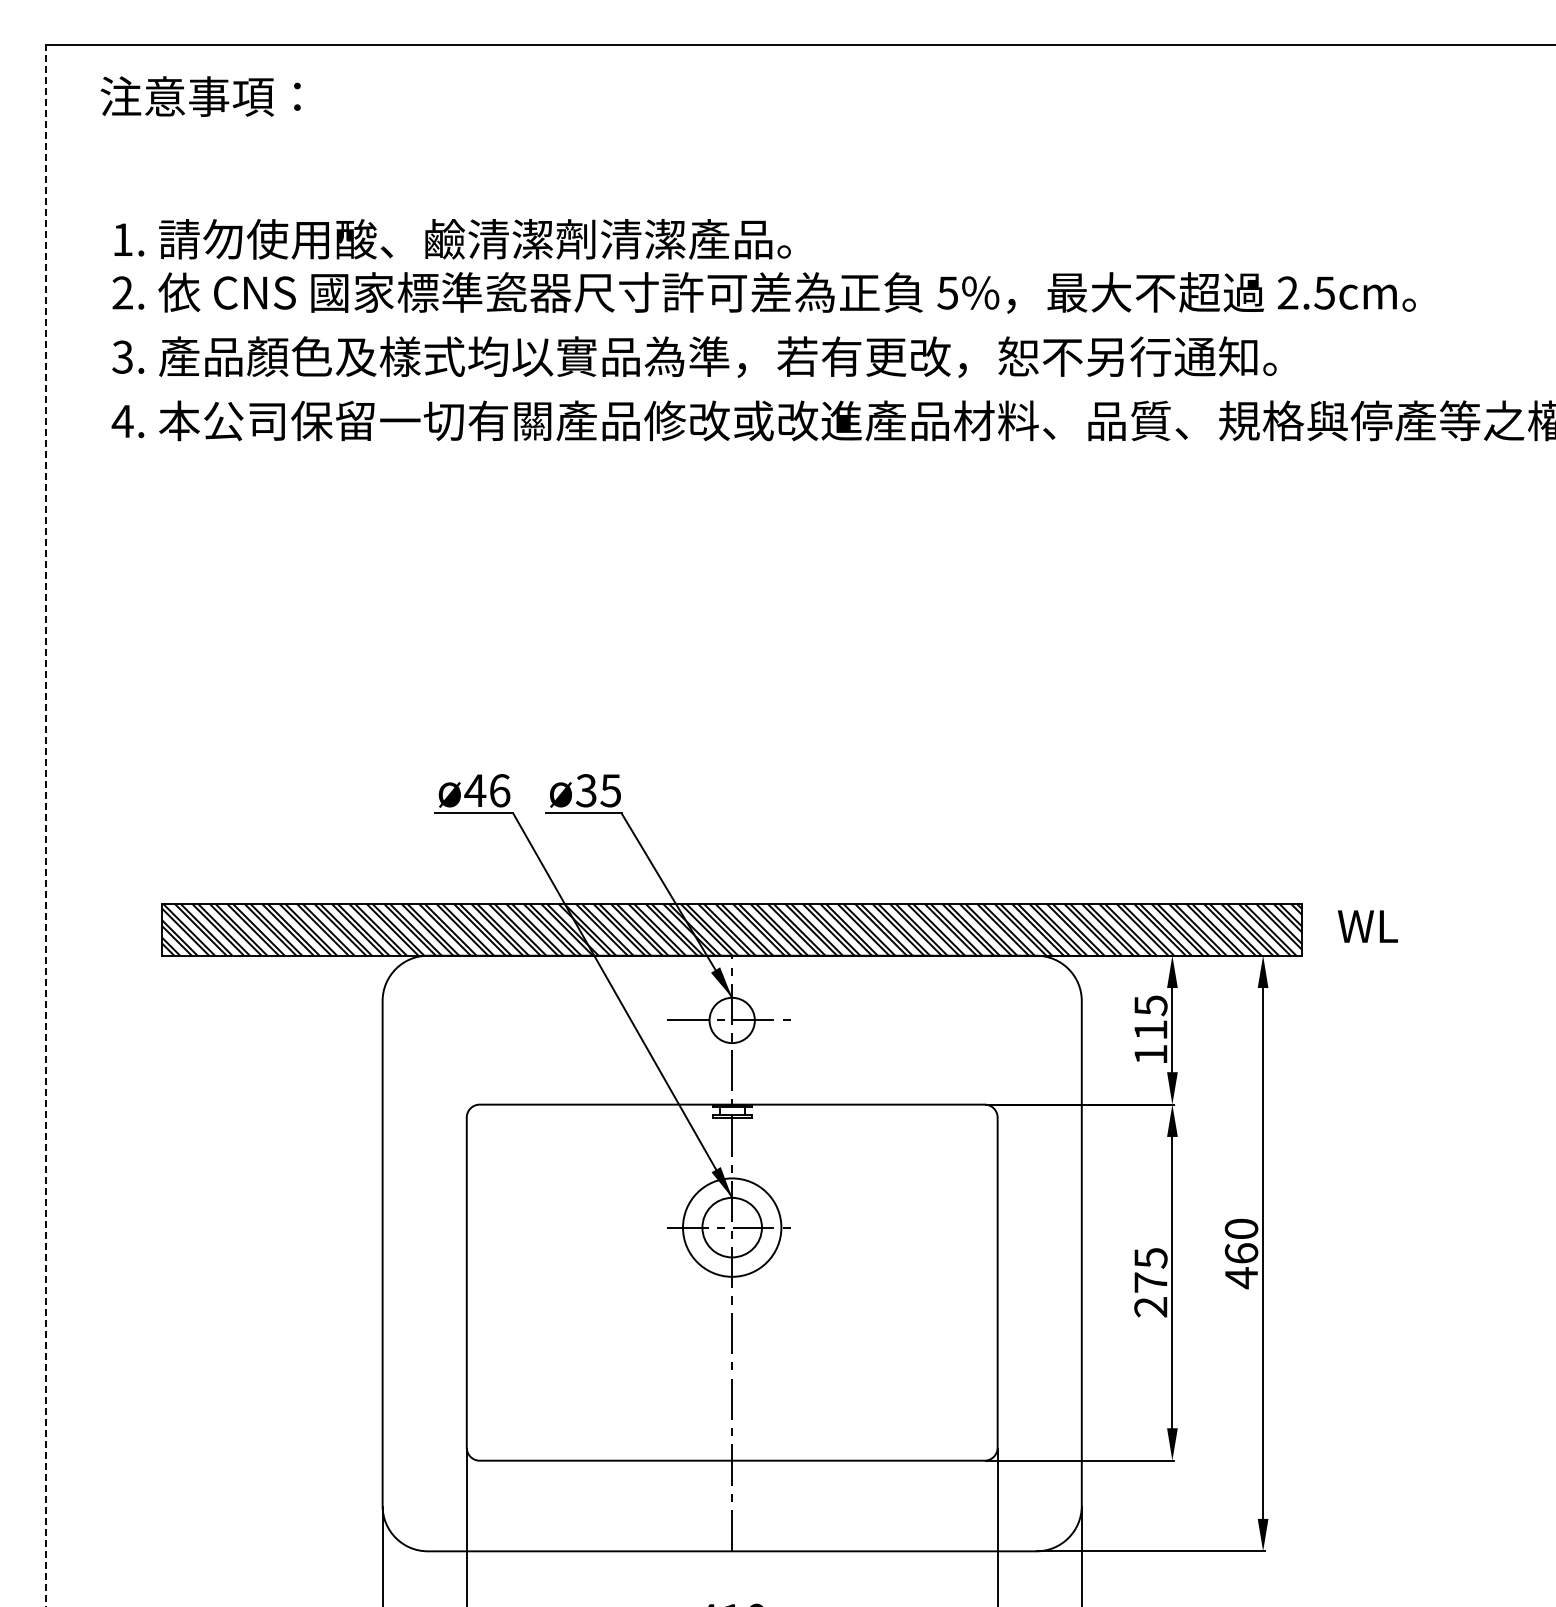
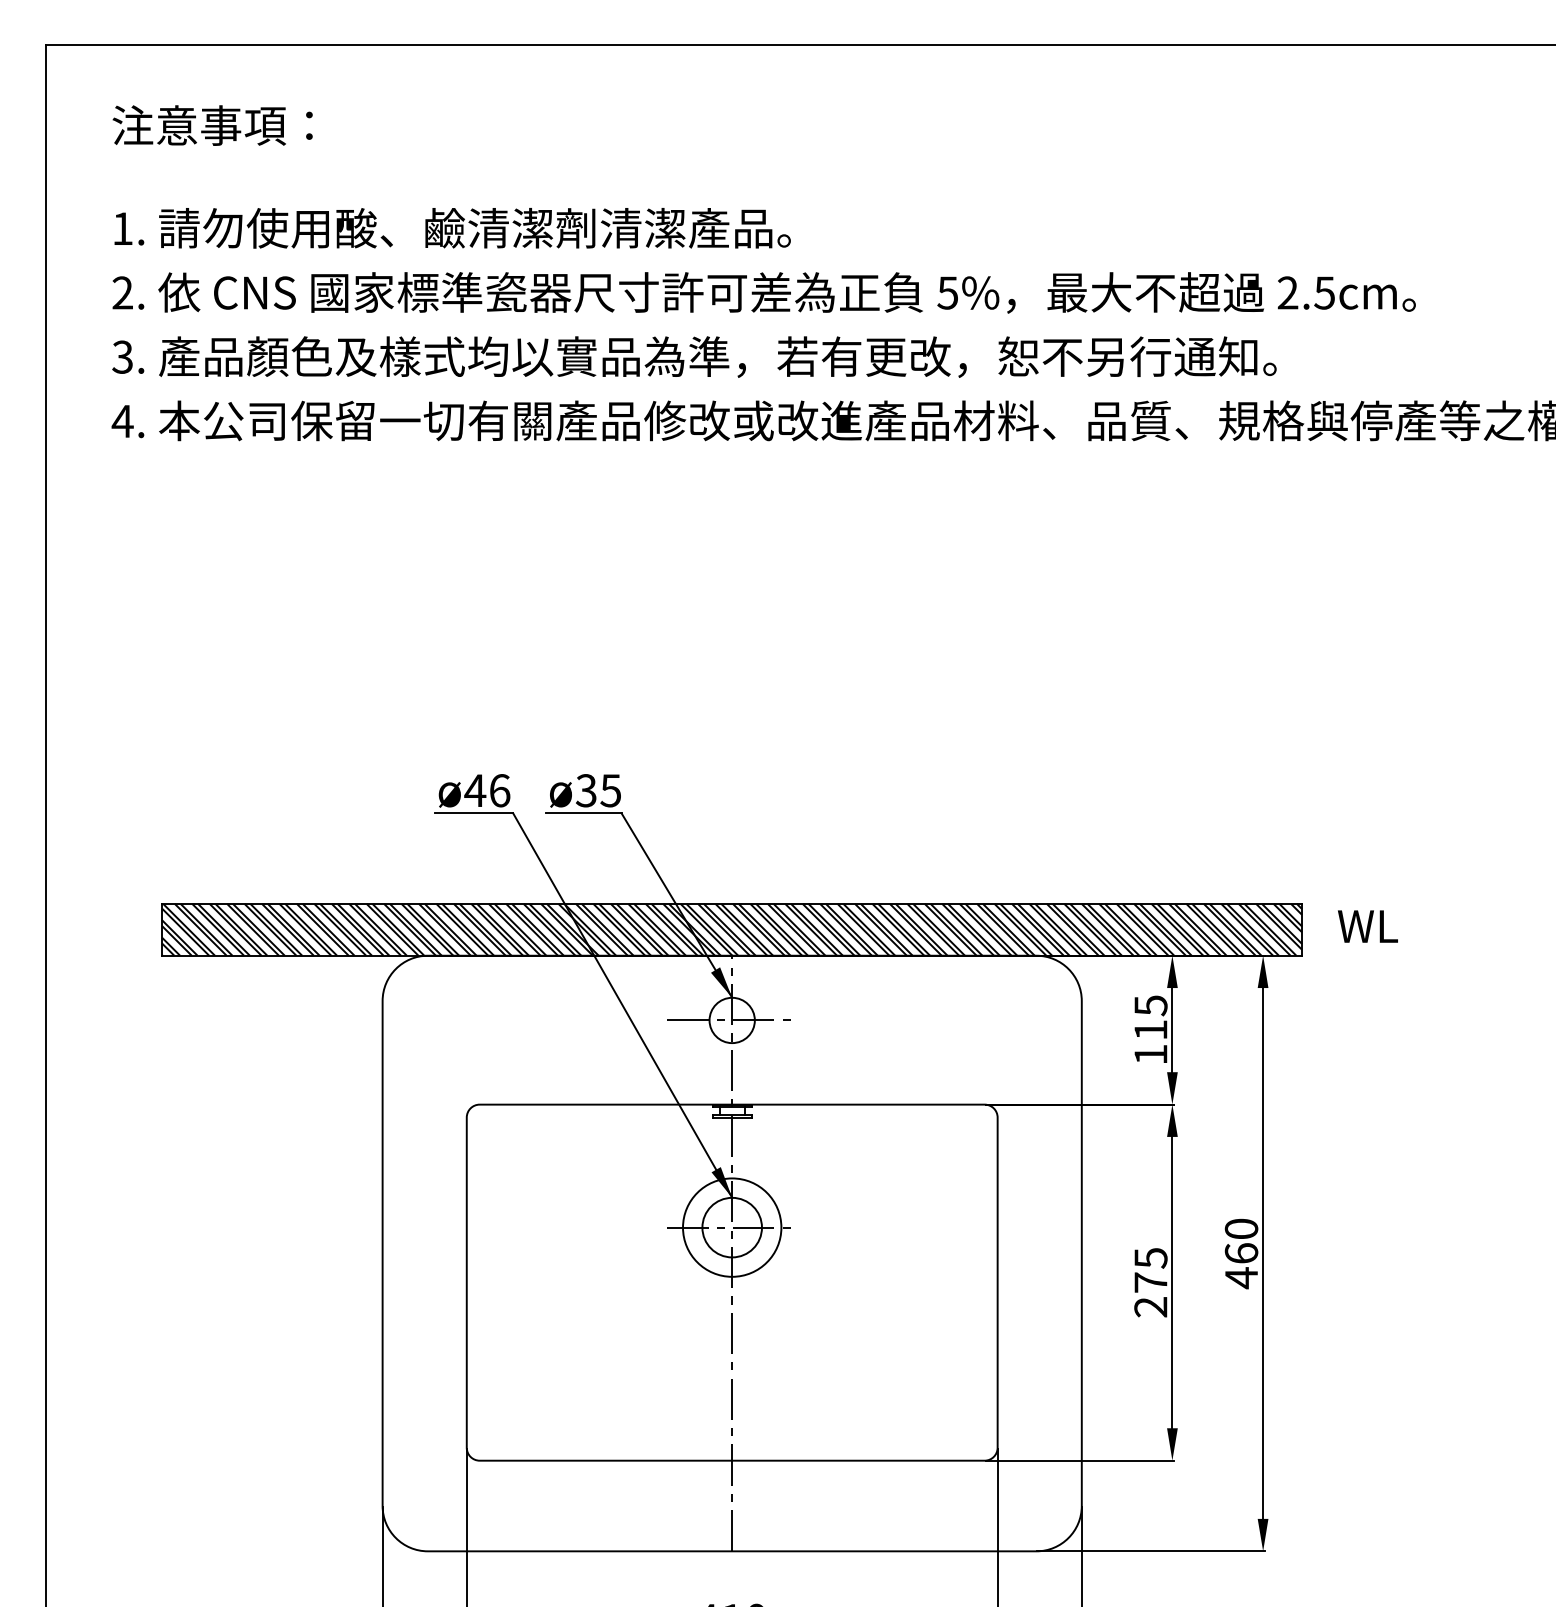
text at (200, 96) position: (200, 96) -> (212, 125)
text at (452, 239) position: (452, 239) -> (452, 228)
line at (45, 826): dashed -> solid
